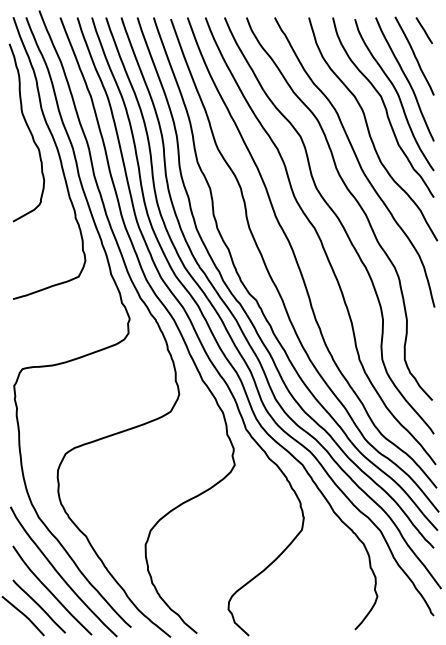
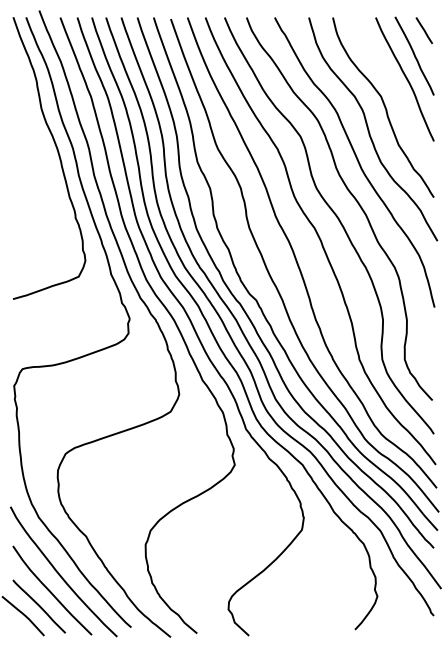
curve at (396, 93): present -> none
curve at (28, 130): present -> none
